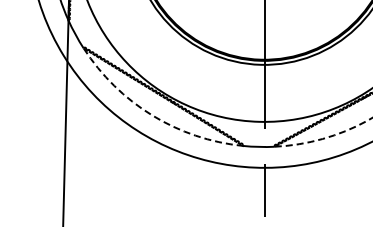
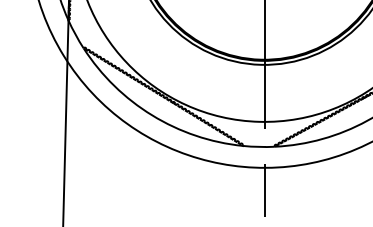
arc at (152, 115): dashed -> solid
arc at (325, 138): dashed -> solid
